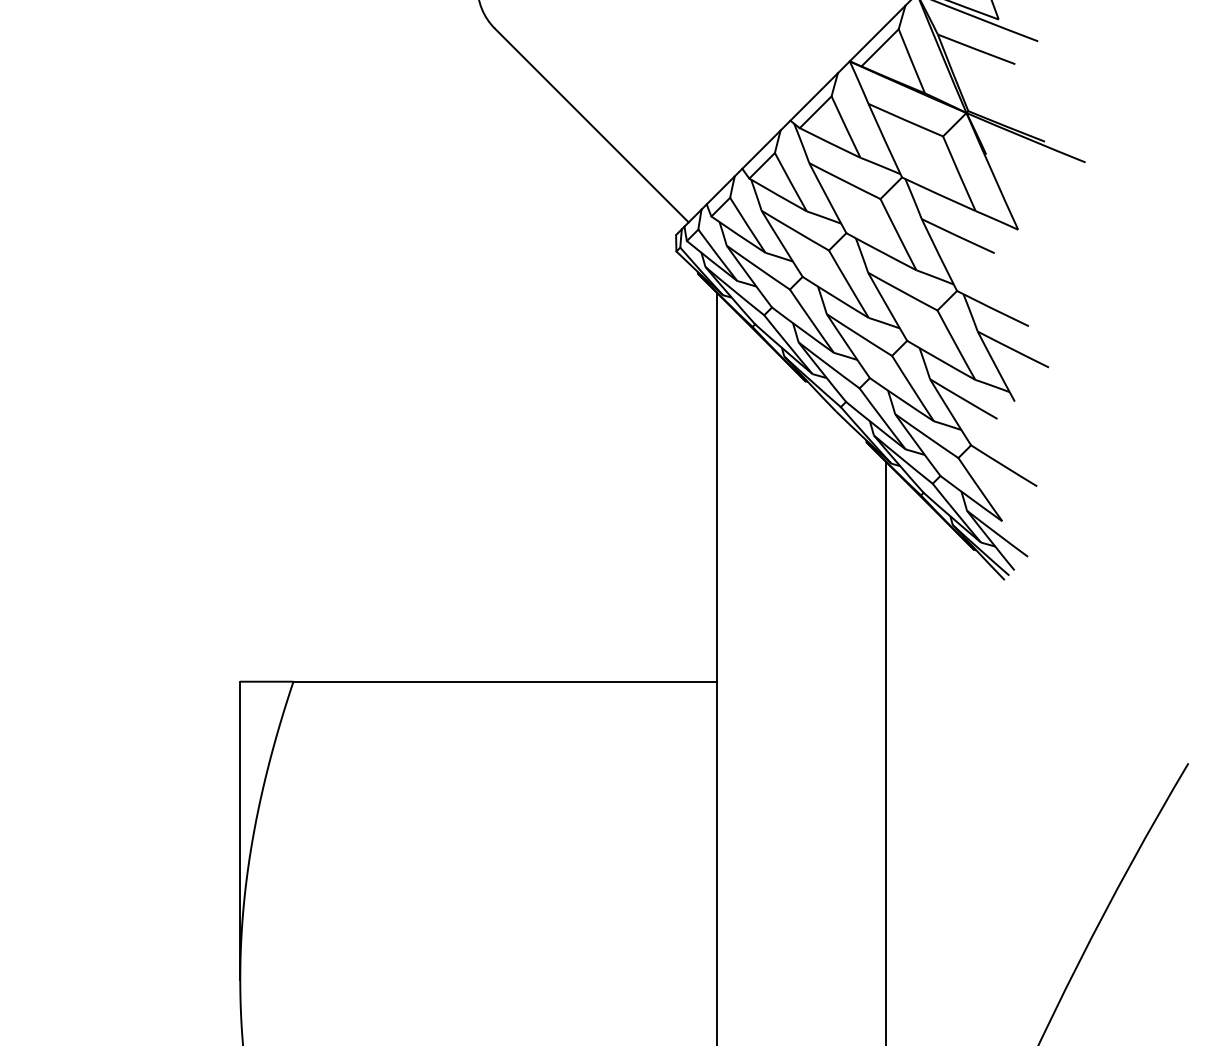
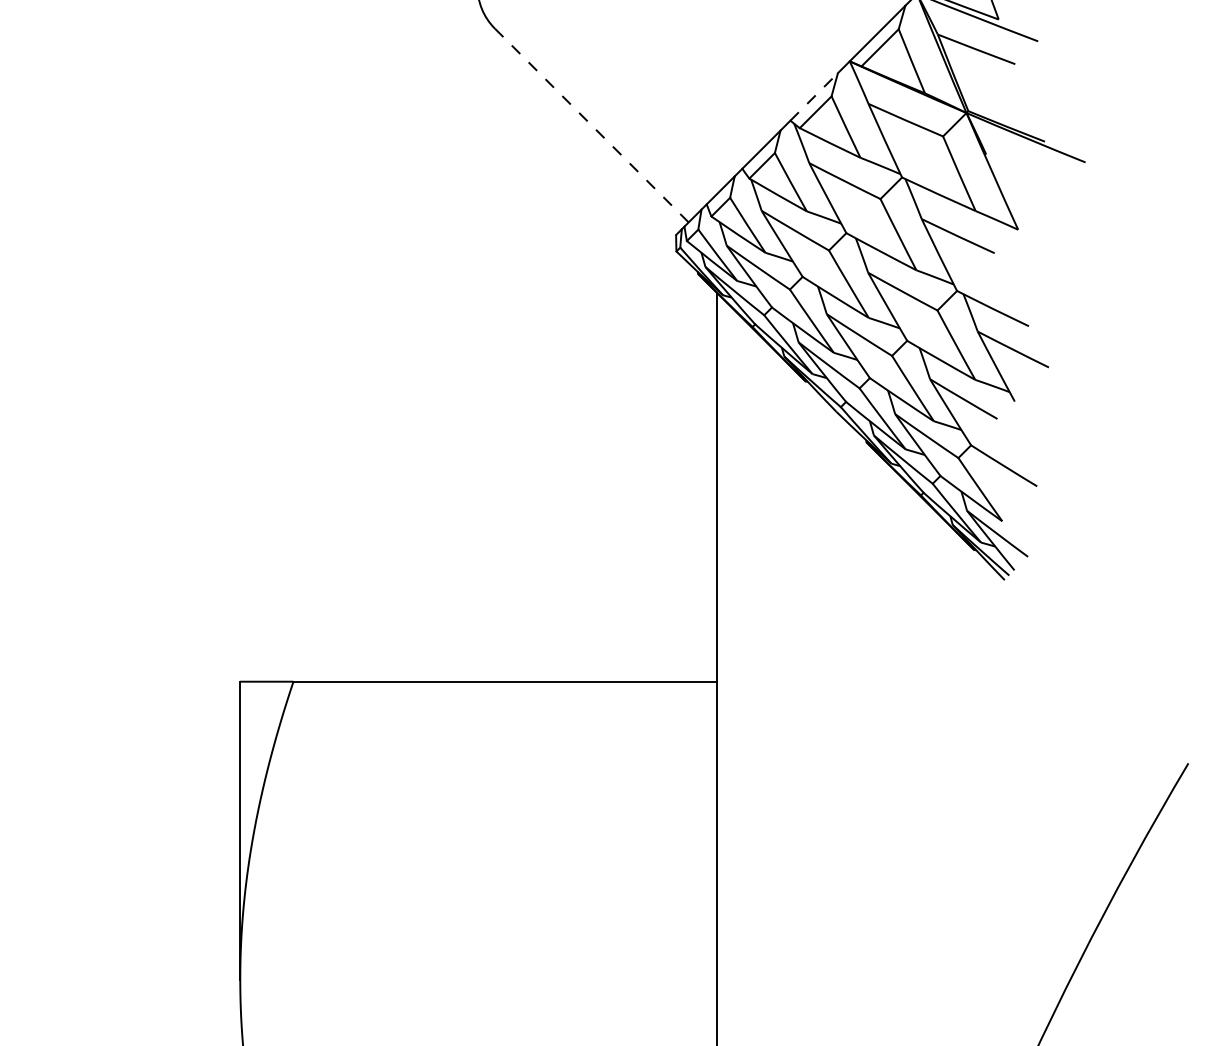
line at (814, 96): solid -> dashed
line at (591, 125): solid -> dashed
line at (886, 752): present -> none
